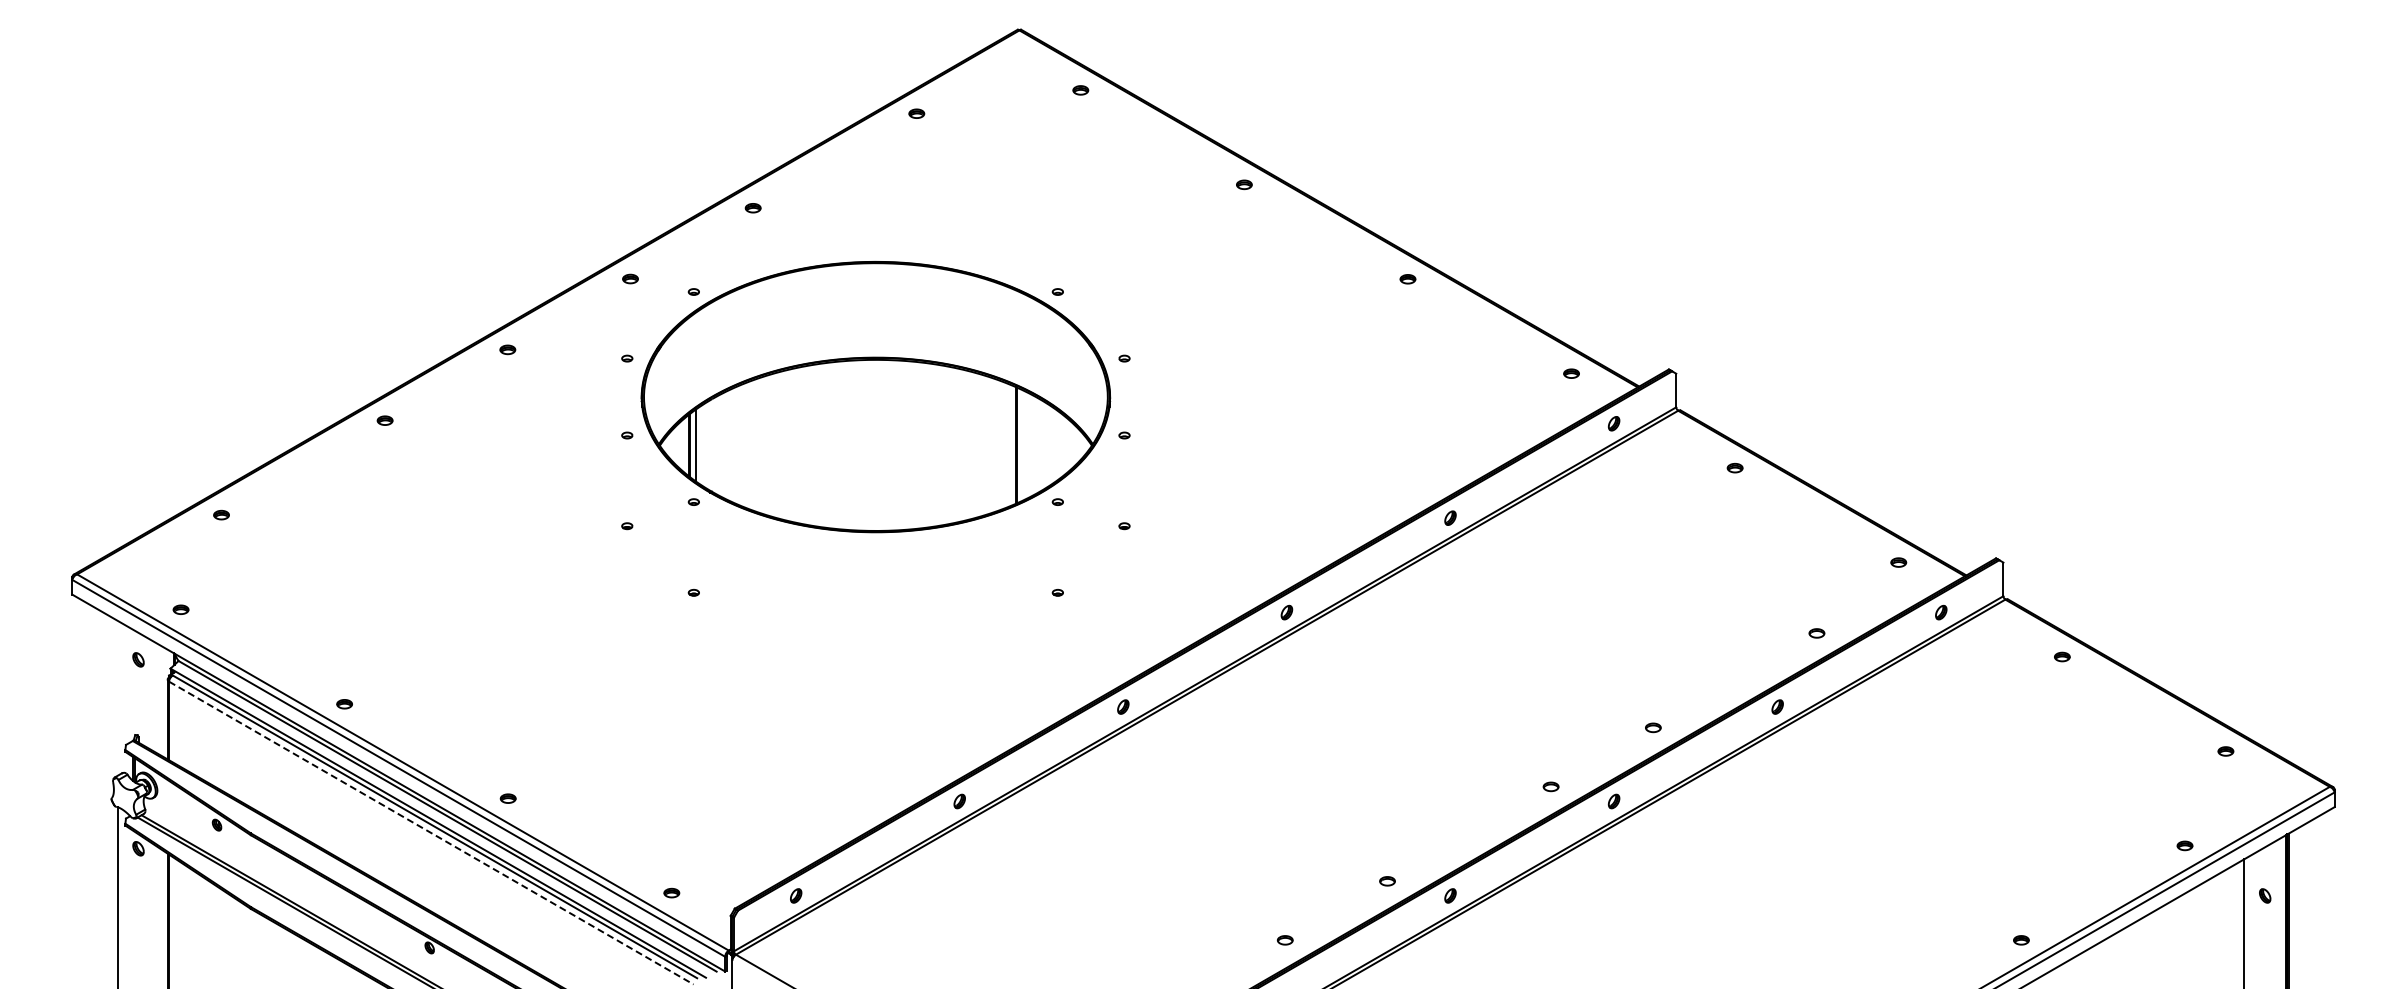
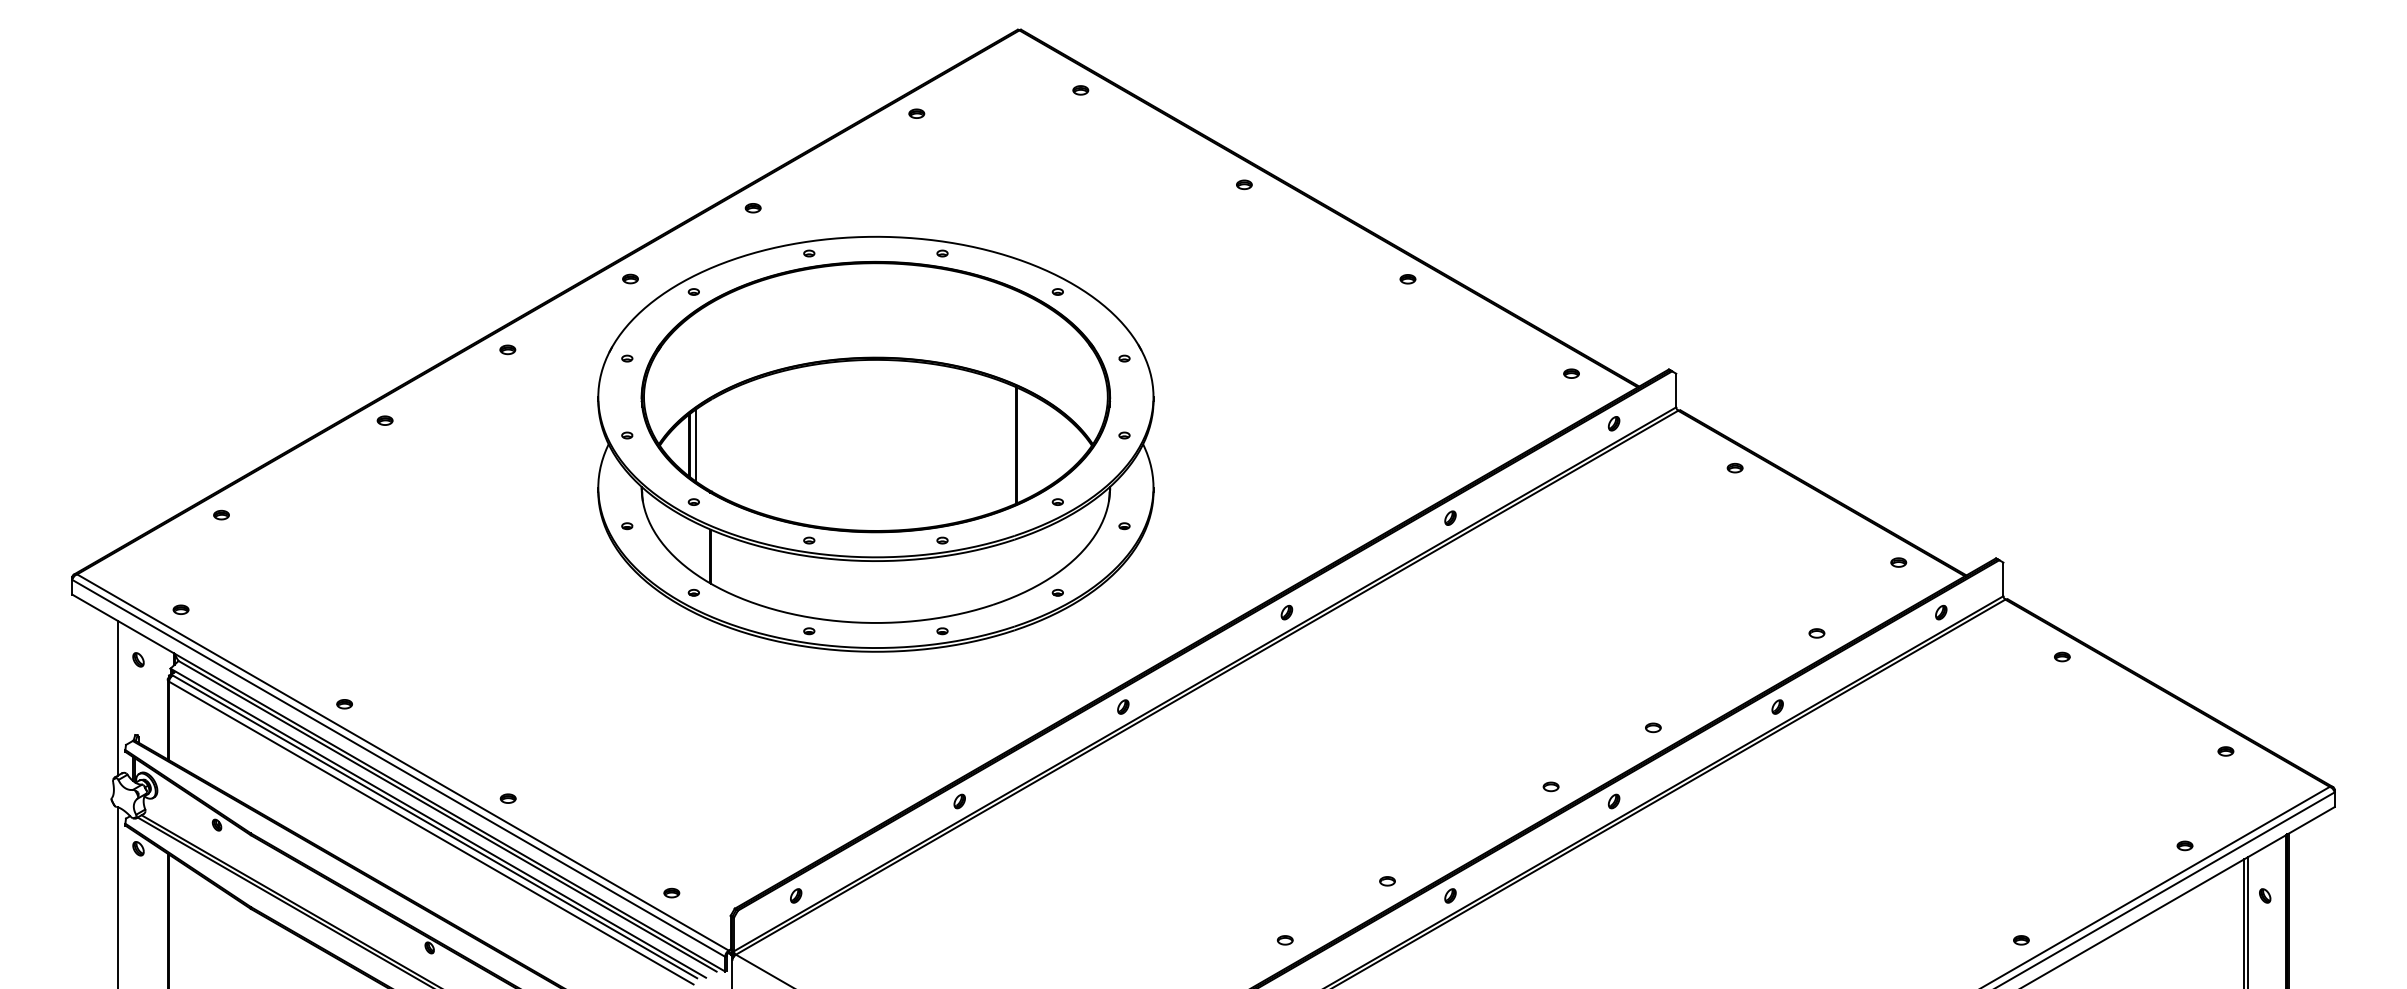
part at (875, 443): none -> present
line at (118, 698): none -> present
line at (431, 833): dashed -> solid
line at (2248, 920): none -> present
